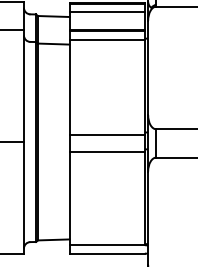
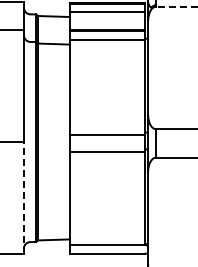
line at (177, 6): solid -> dashed
line at (23, 197): solid -> dashed
